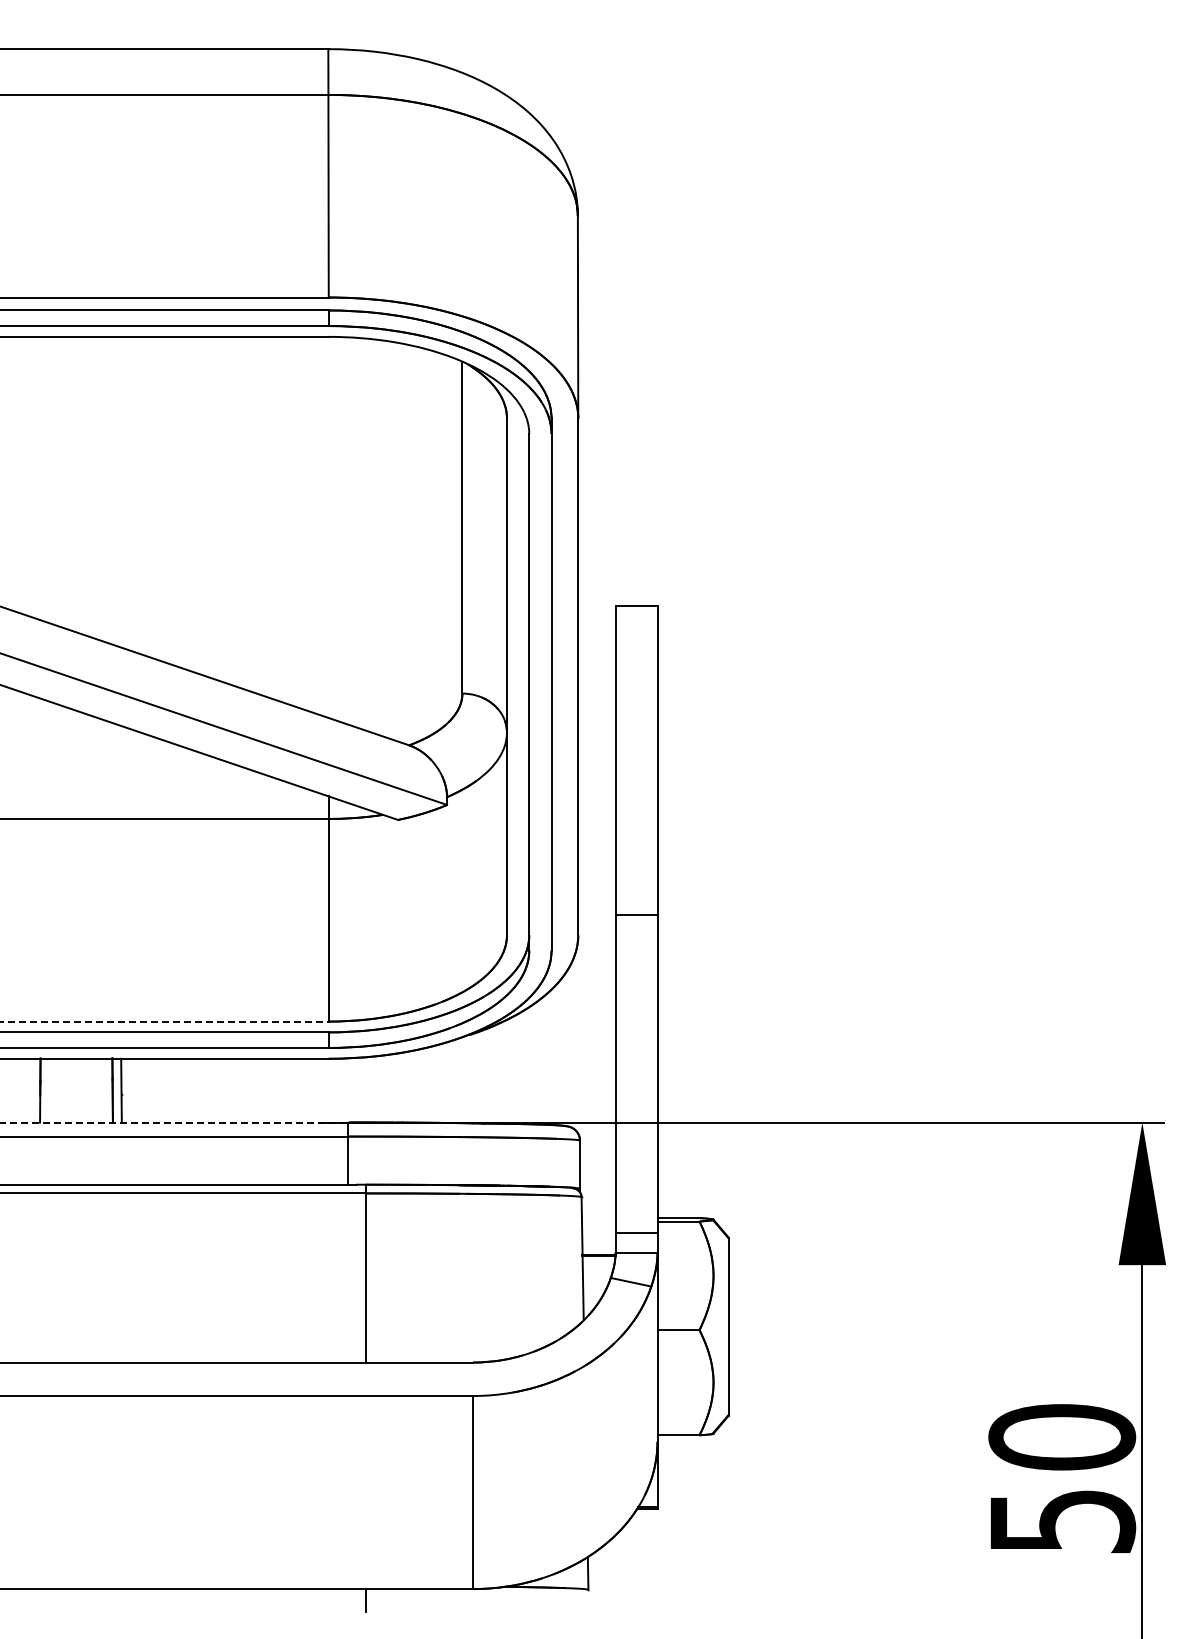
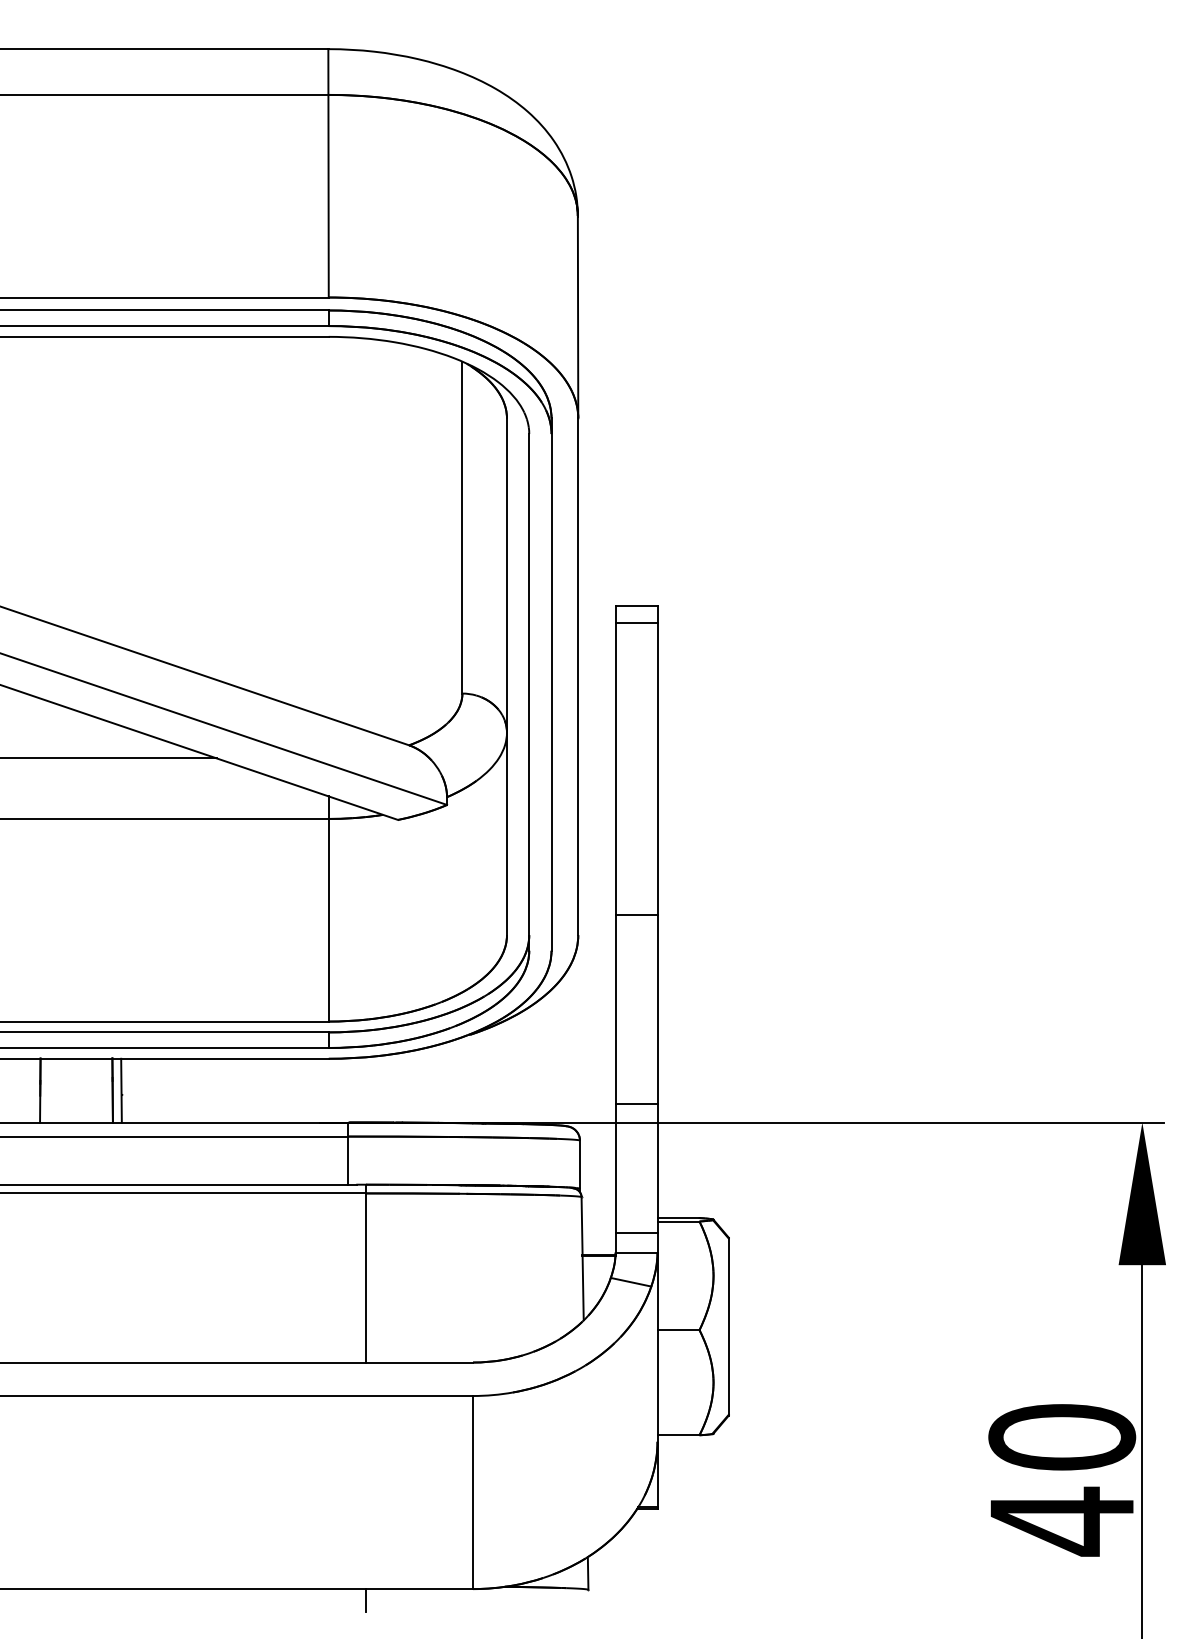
line at (636, 623): none -> present
line at (109, 758): none -> present
line at (164, 1021): dashed -> solid
line at (636, 1103): none -> present
line at (174, 1122): dashed -> solid
text at (1063, 1521): 50 -> 40
